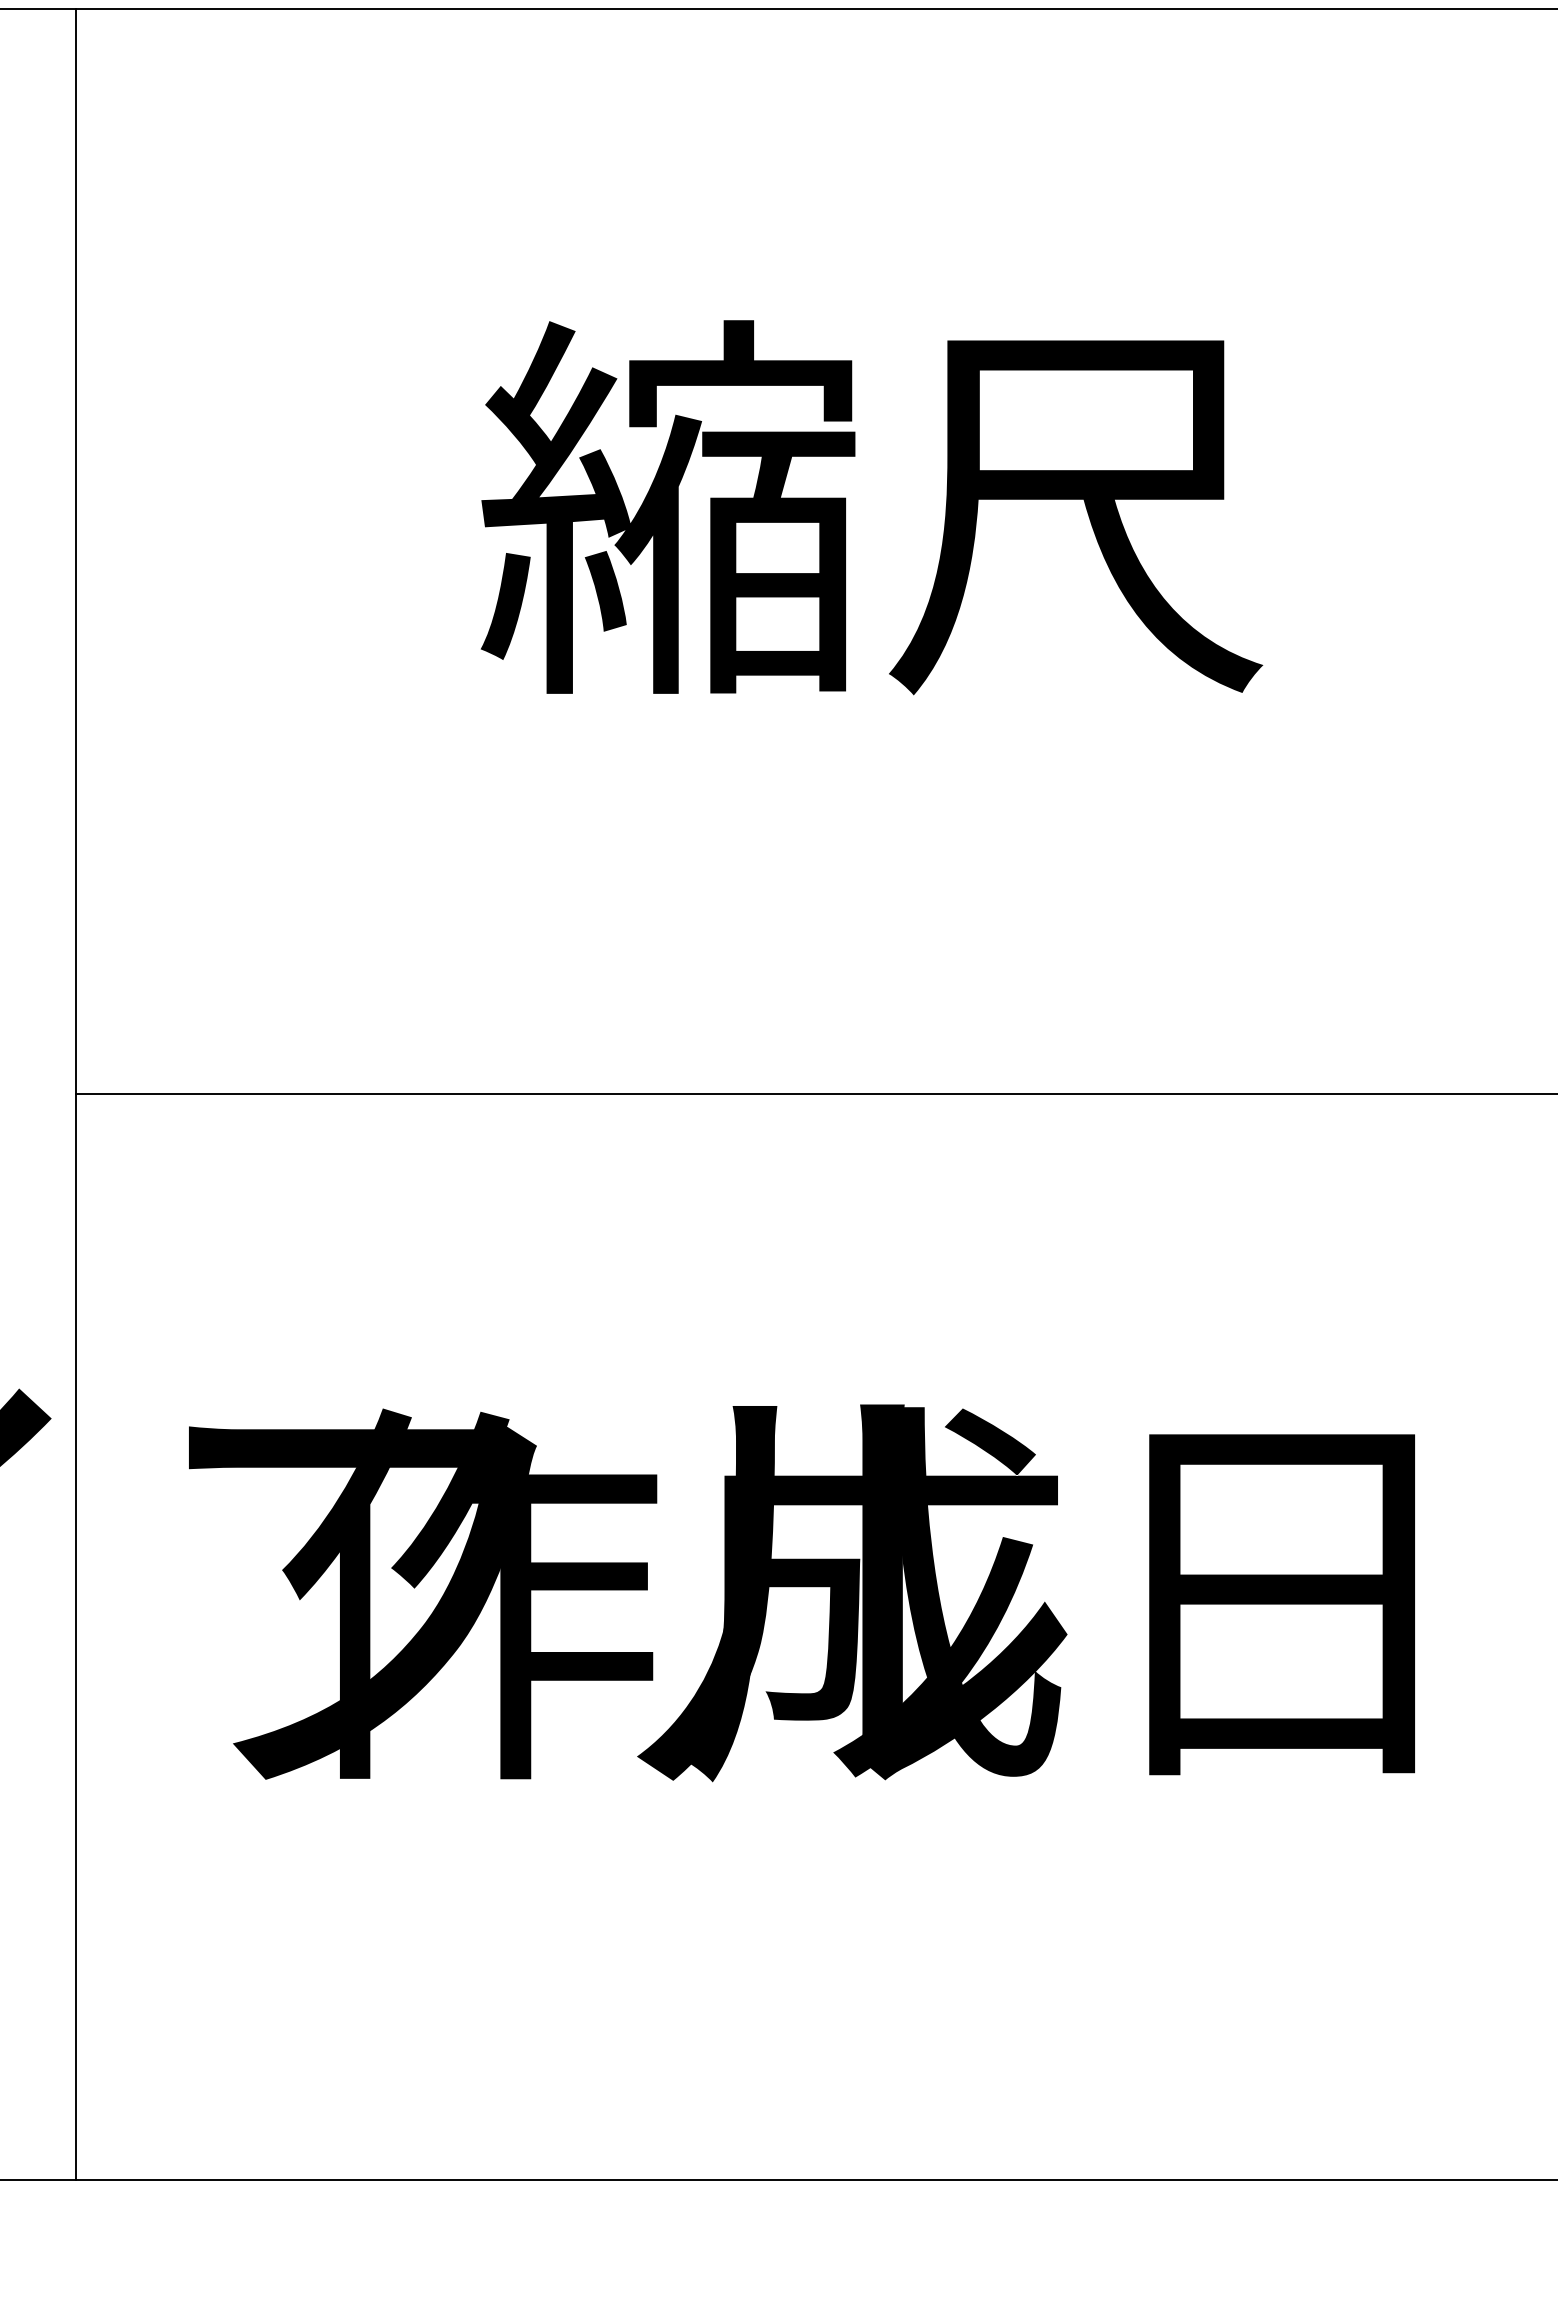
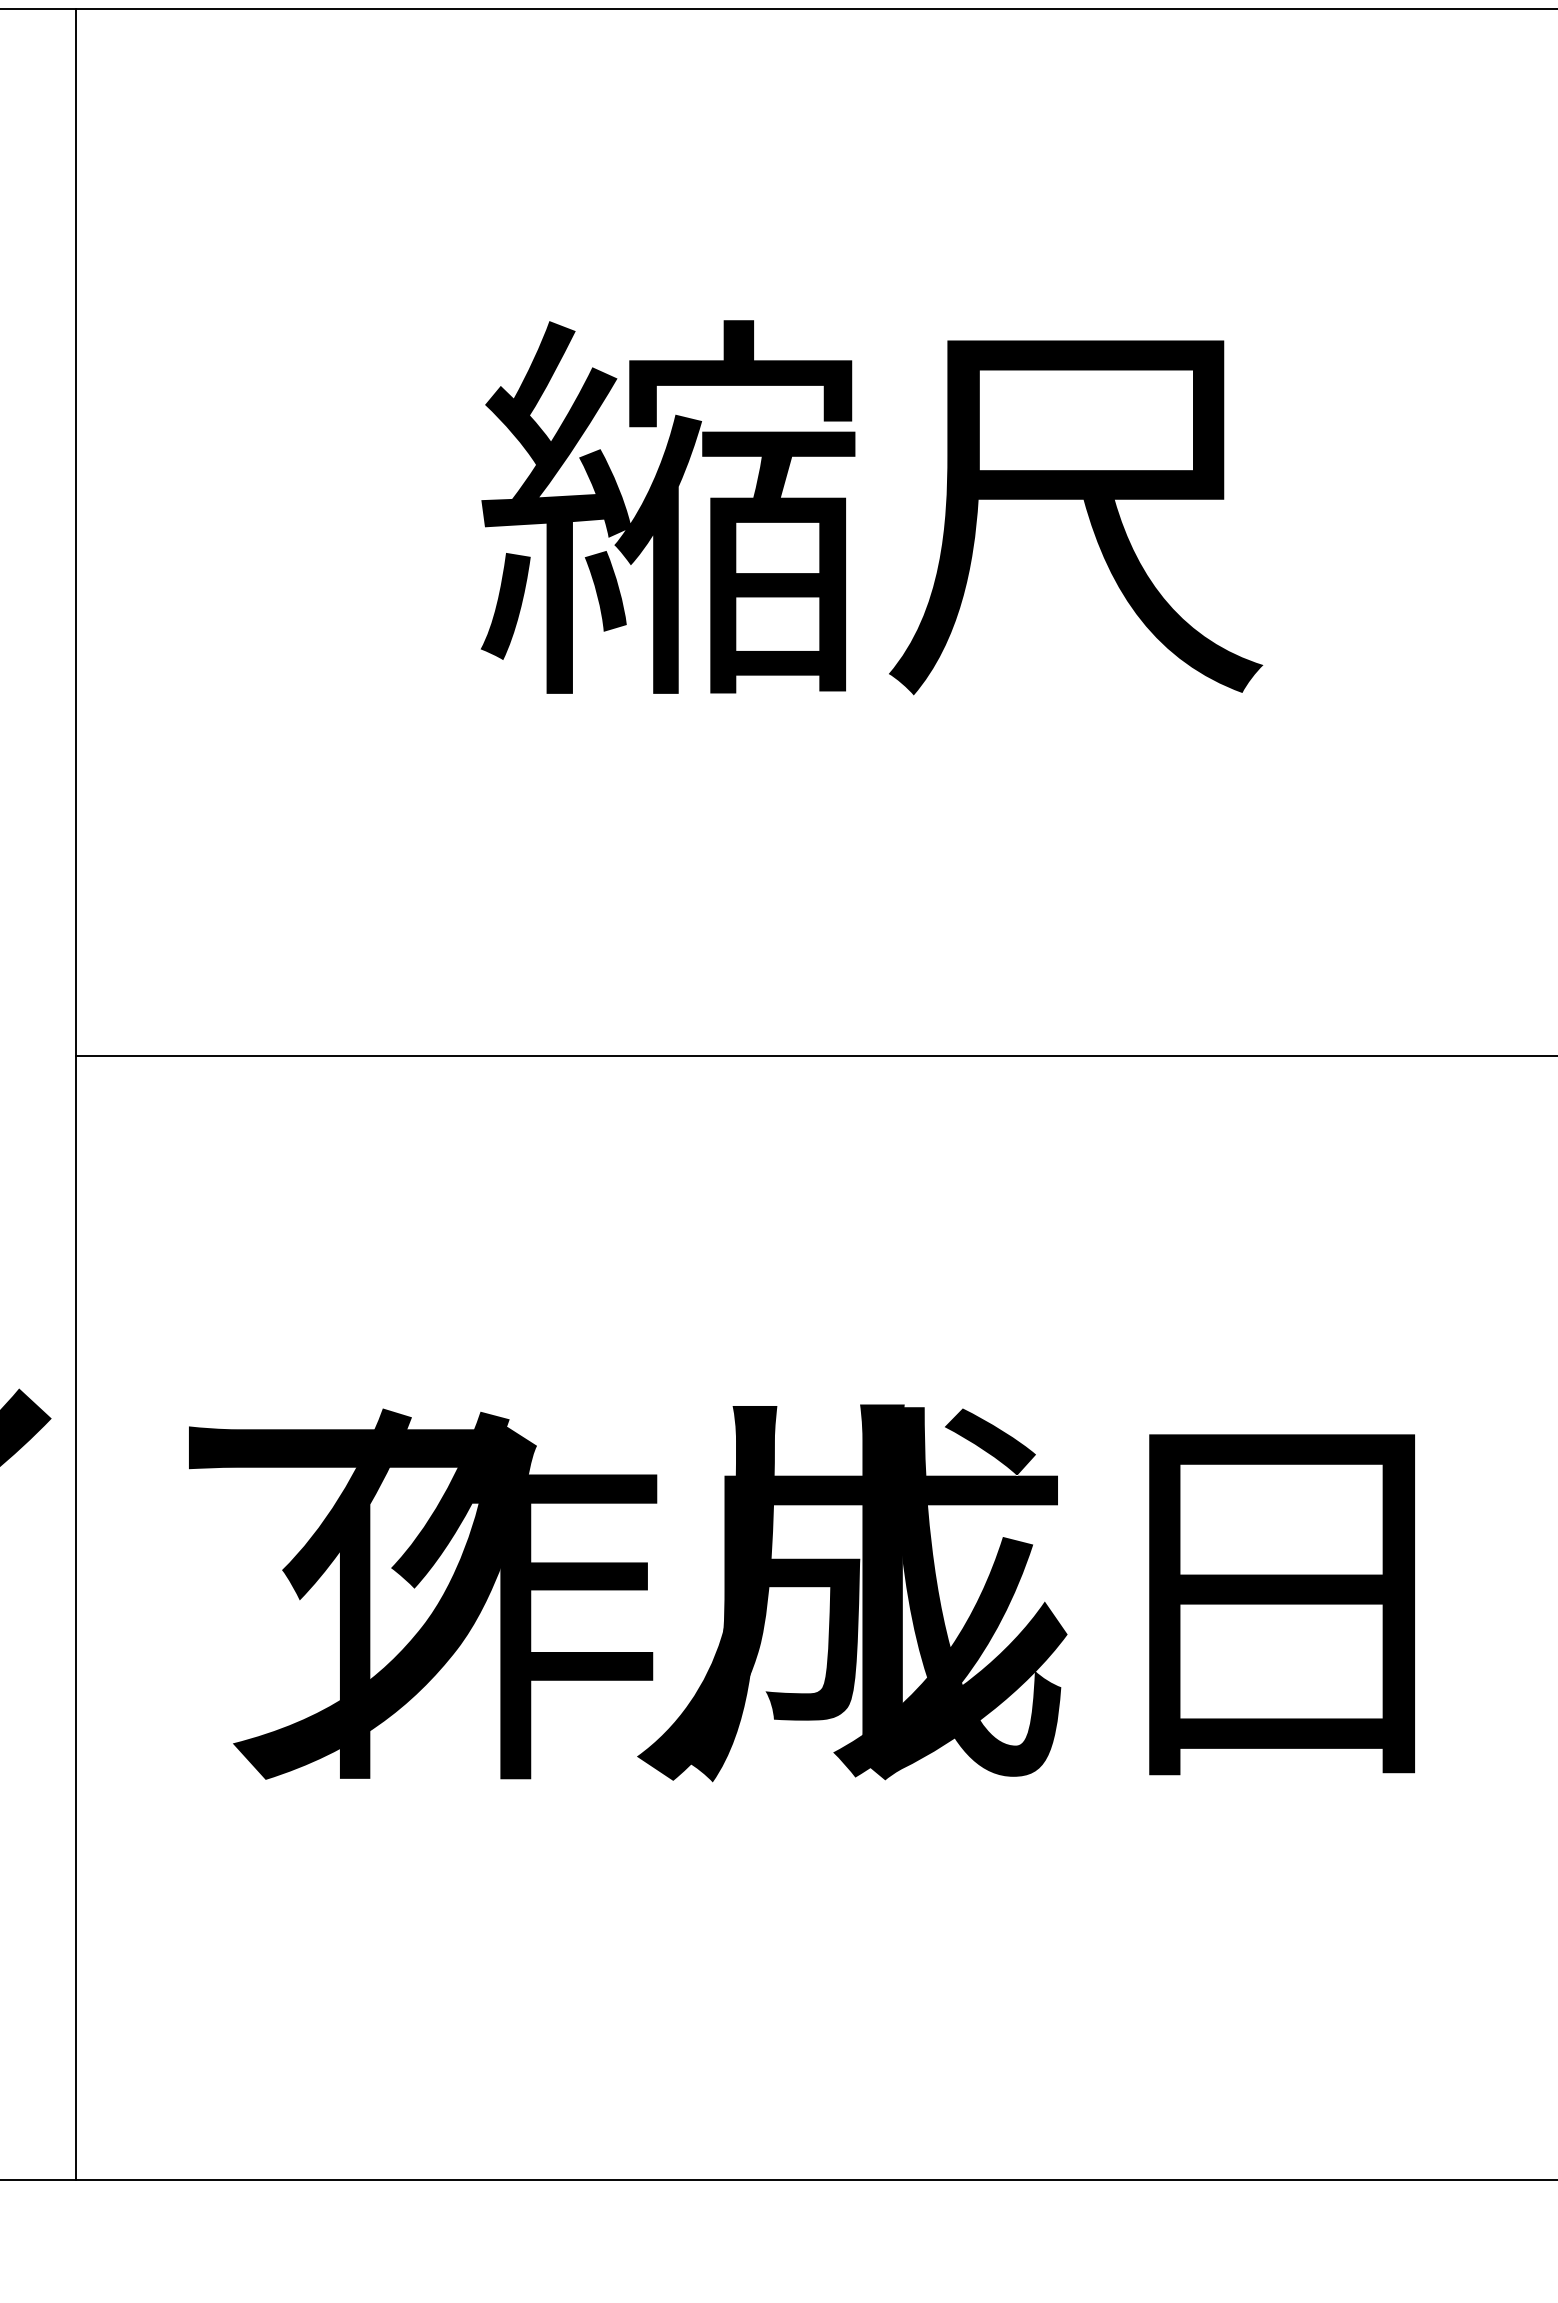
line at (814, 1094) position: (814, 1094) -> (814, 1056)
